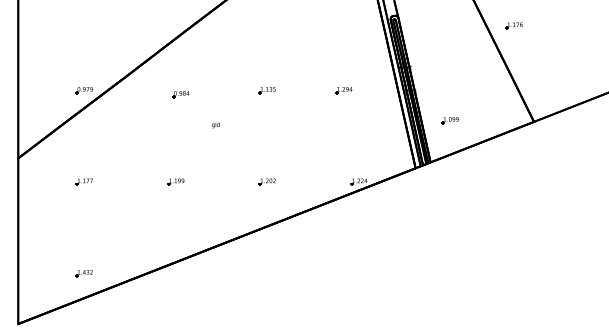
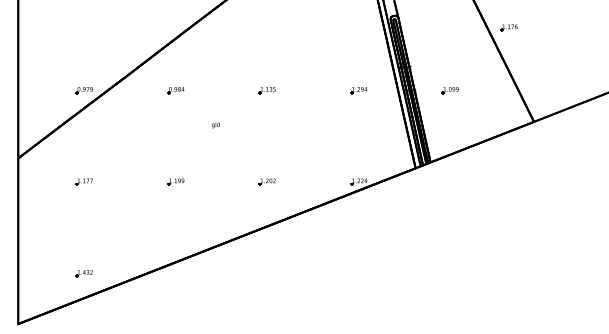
part at (513, 25) position: (513, 25) -> (508, 27)
part at (343, 90) position: (343, 90) -> (358, 90)
part at (180, 94) position: (180, 94) -> (175, 90)
part at (449, 120) position: (449, 120) -> (449, 90)
